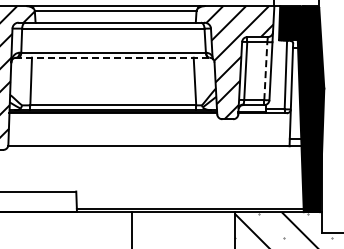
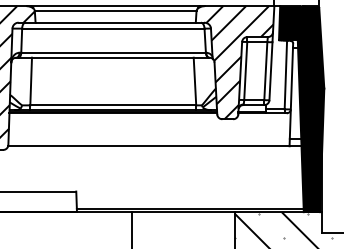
line at (113, 57): dashed -> solid
line at (265, 70): dashed -> solid
